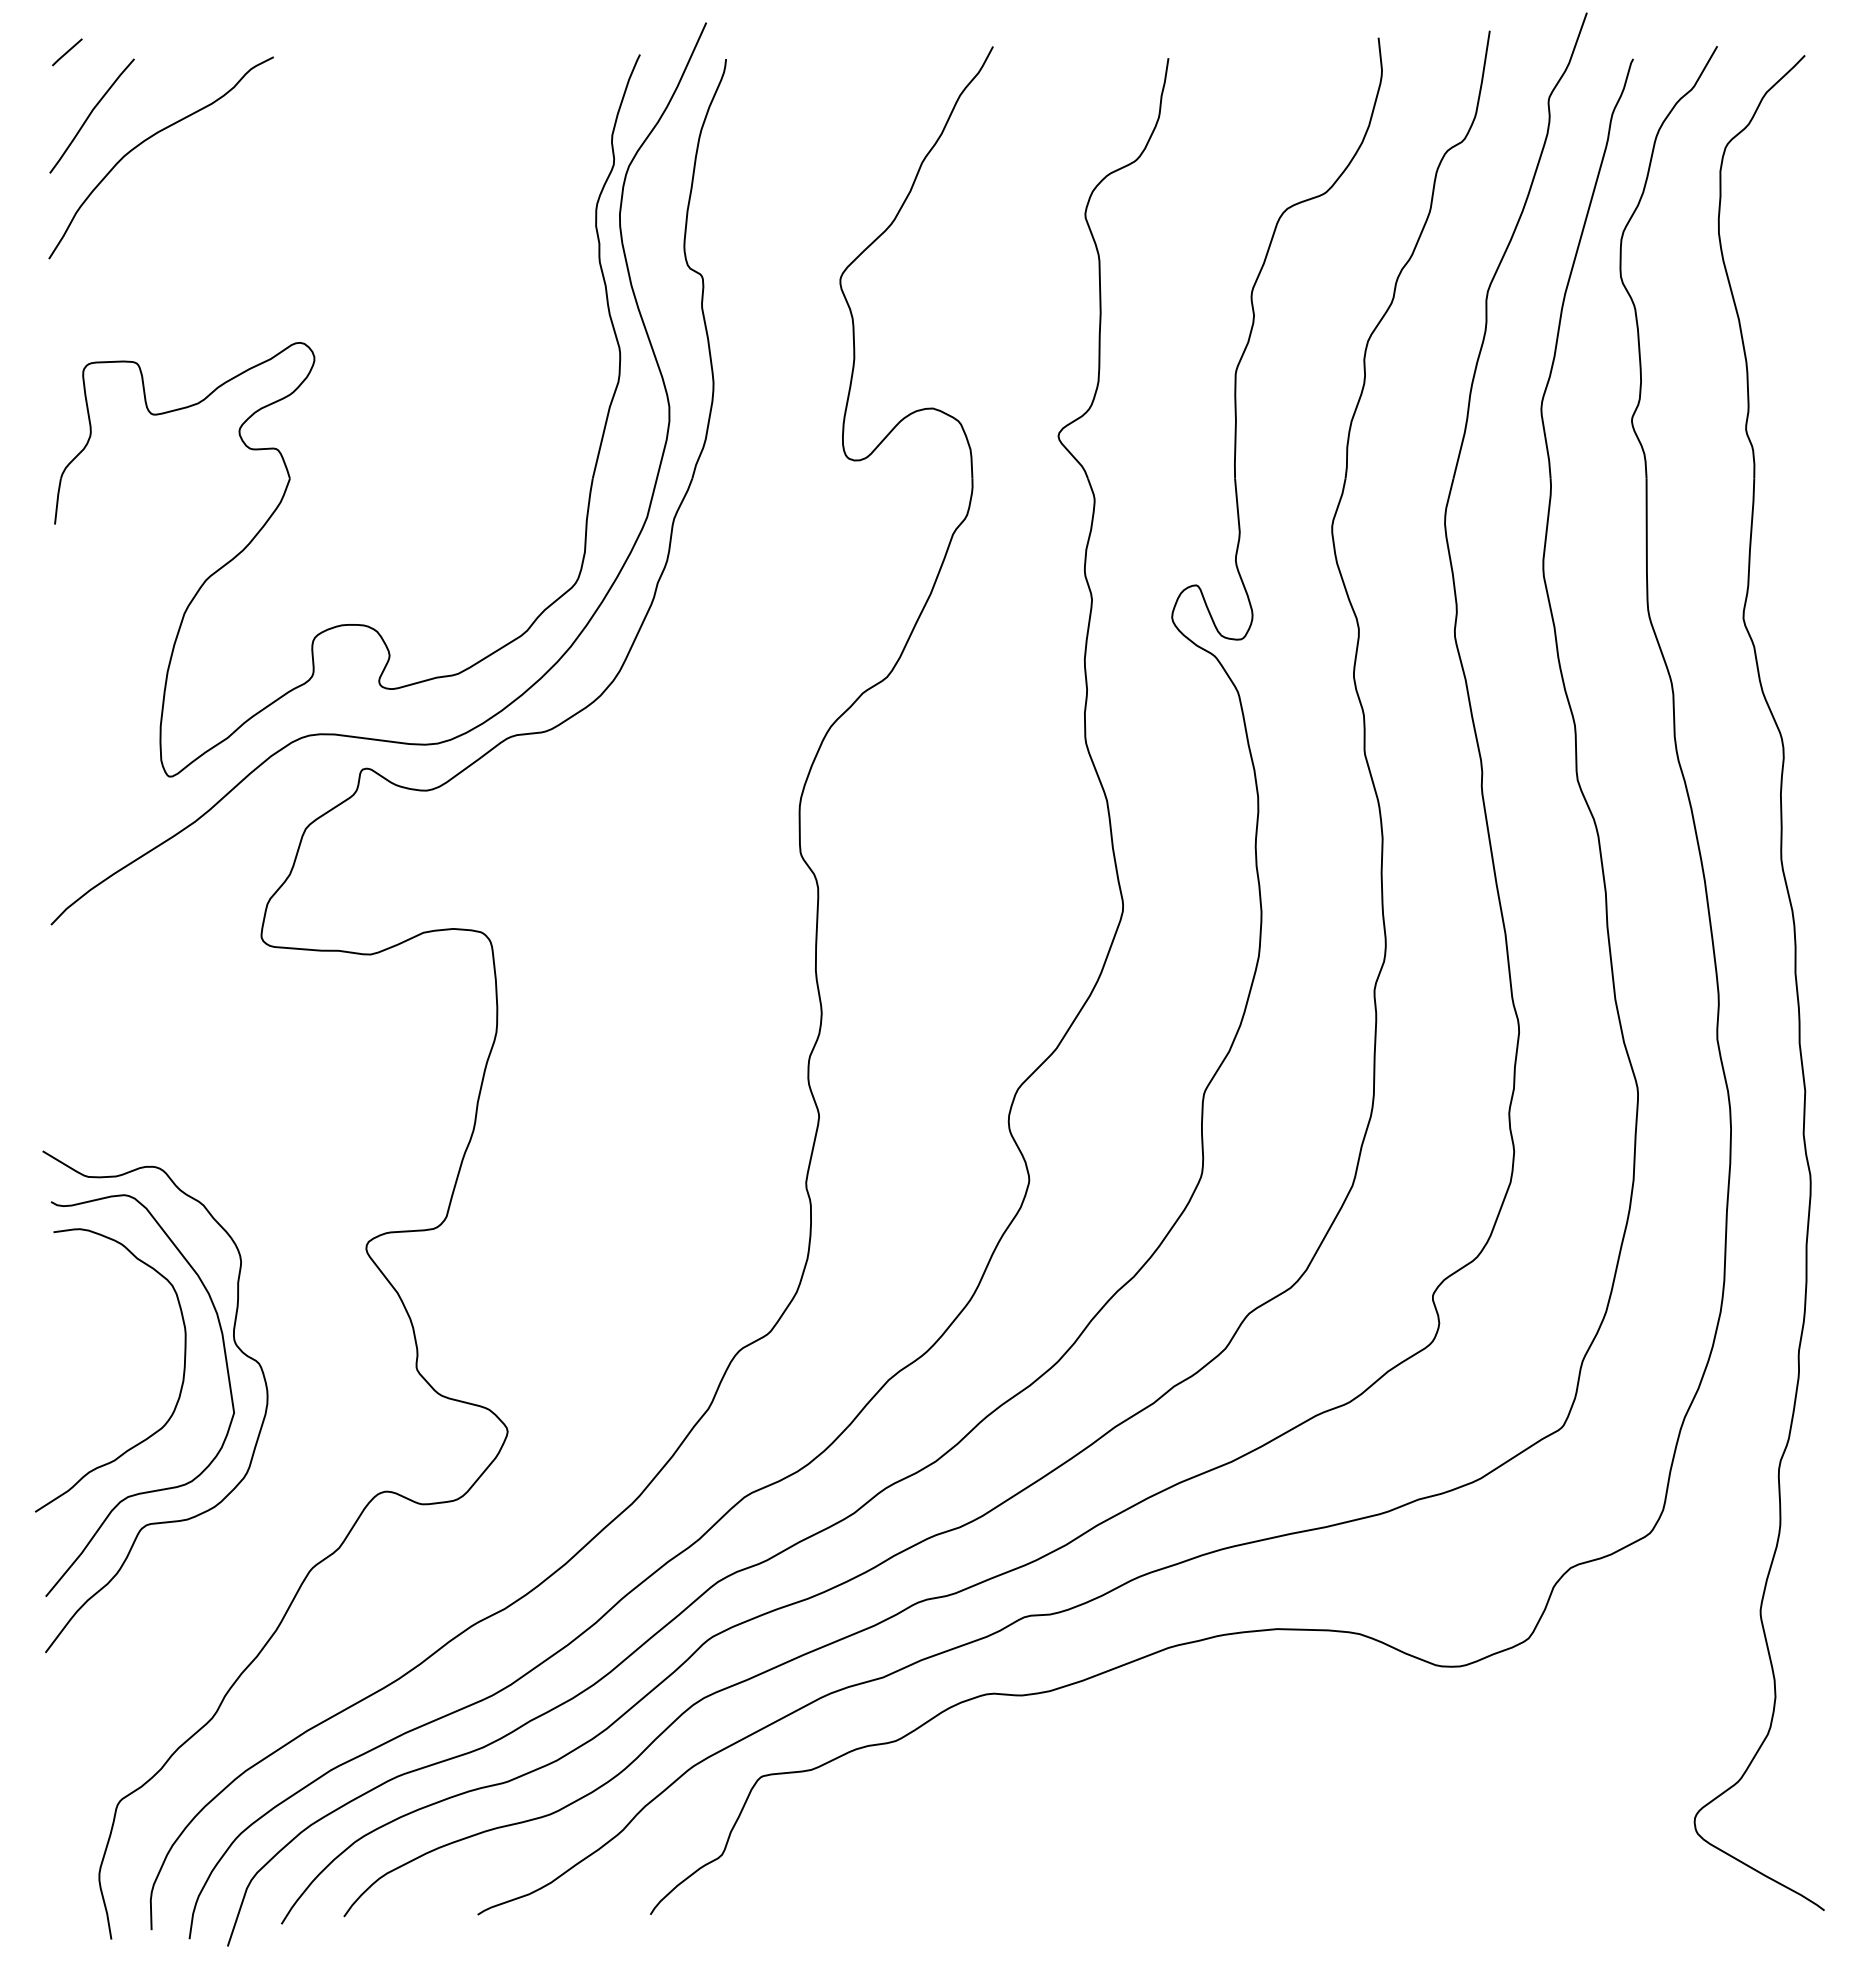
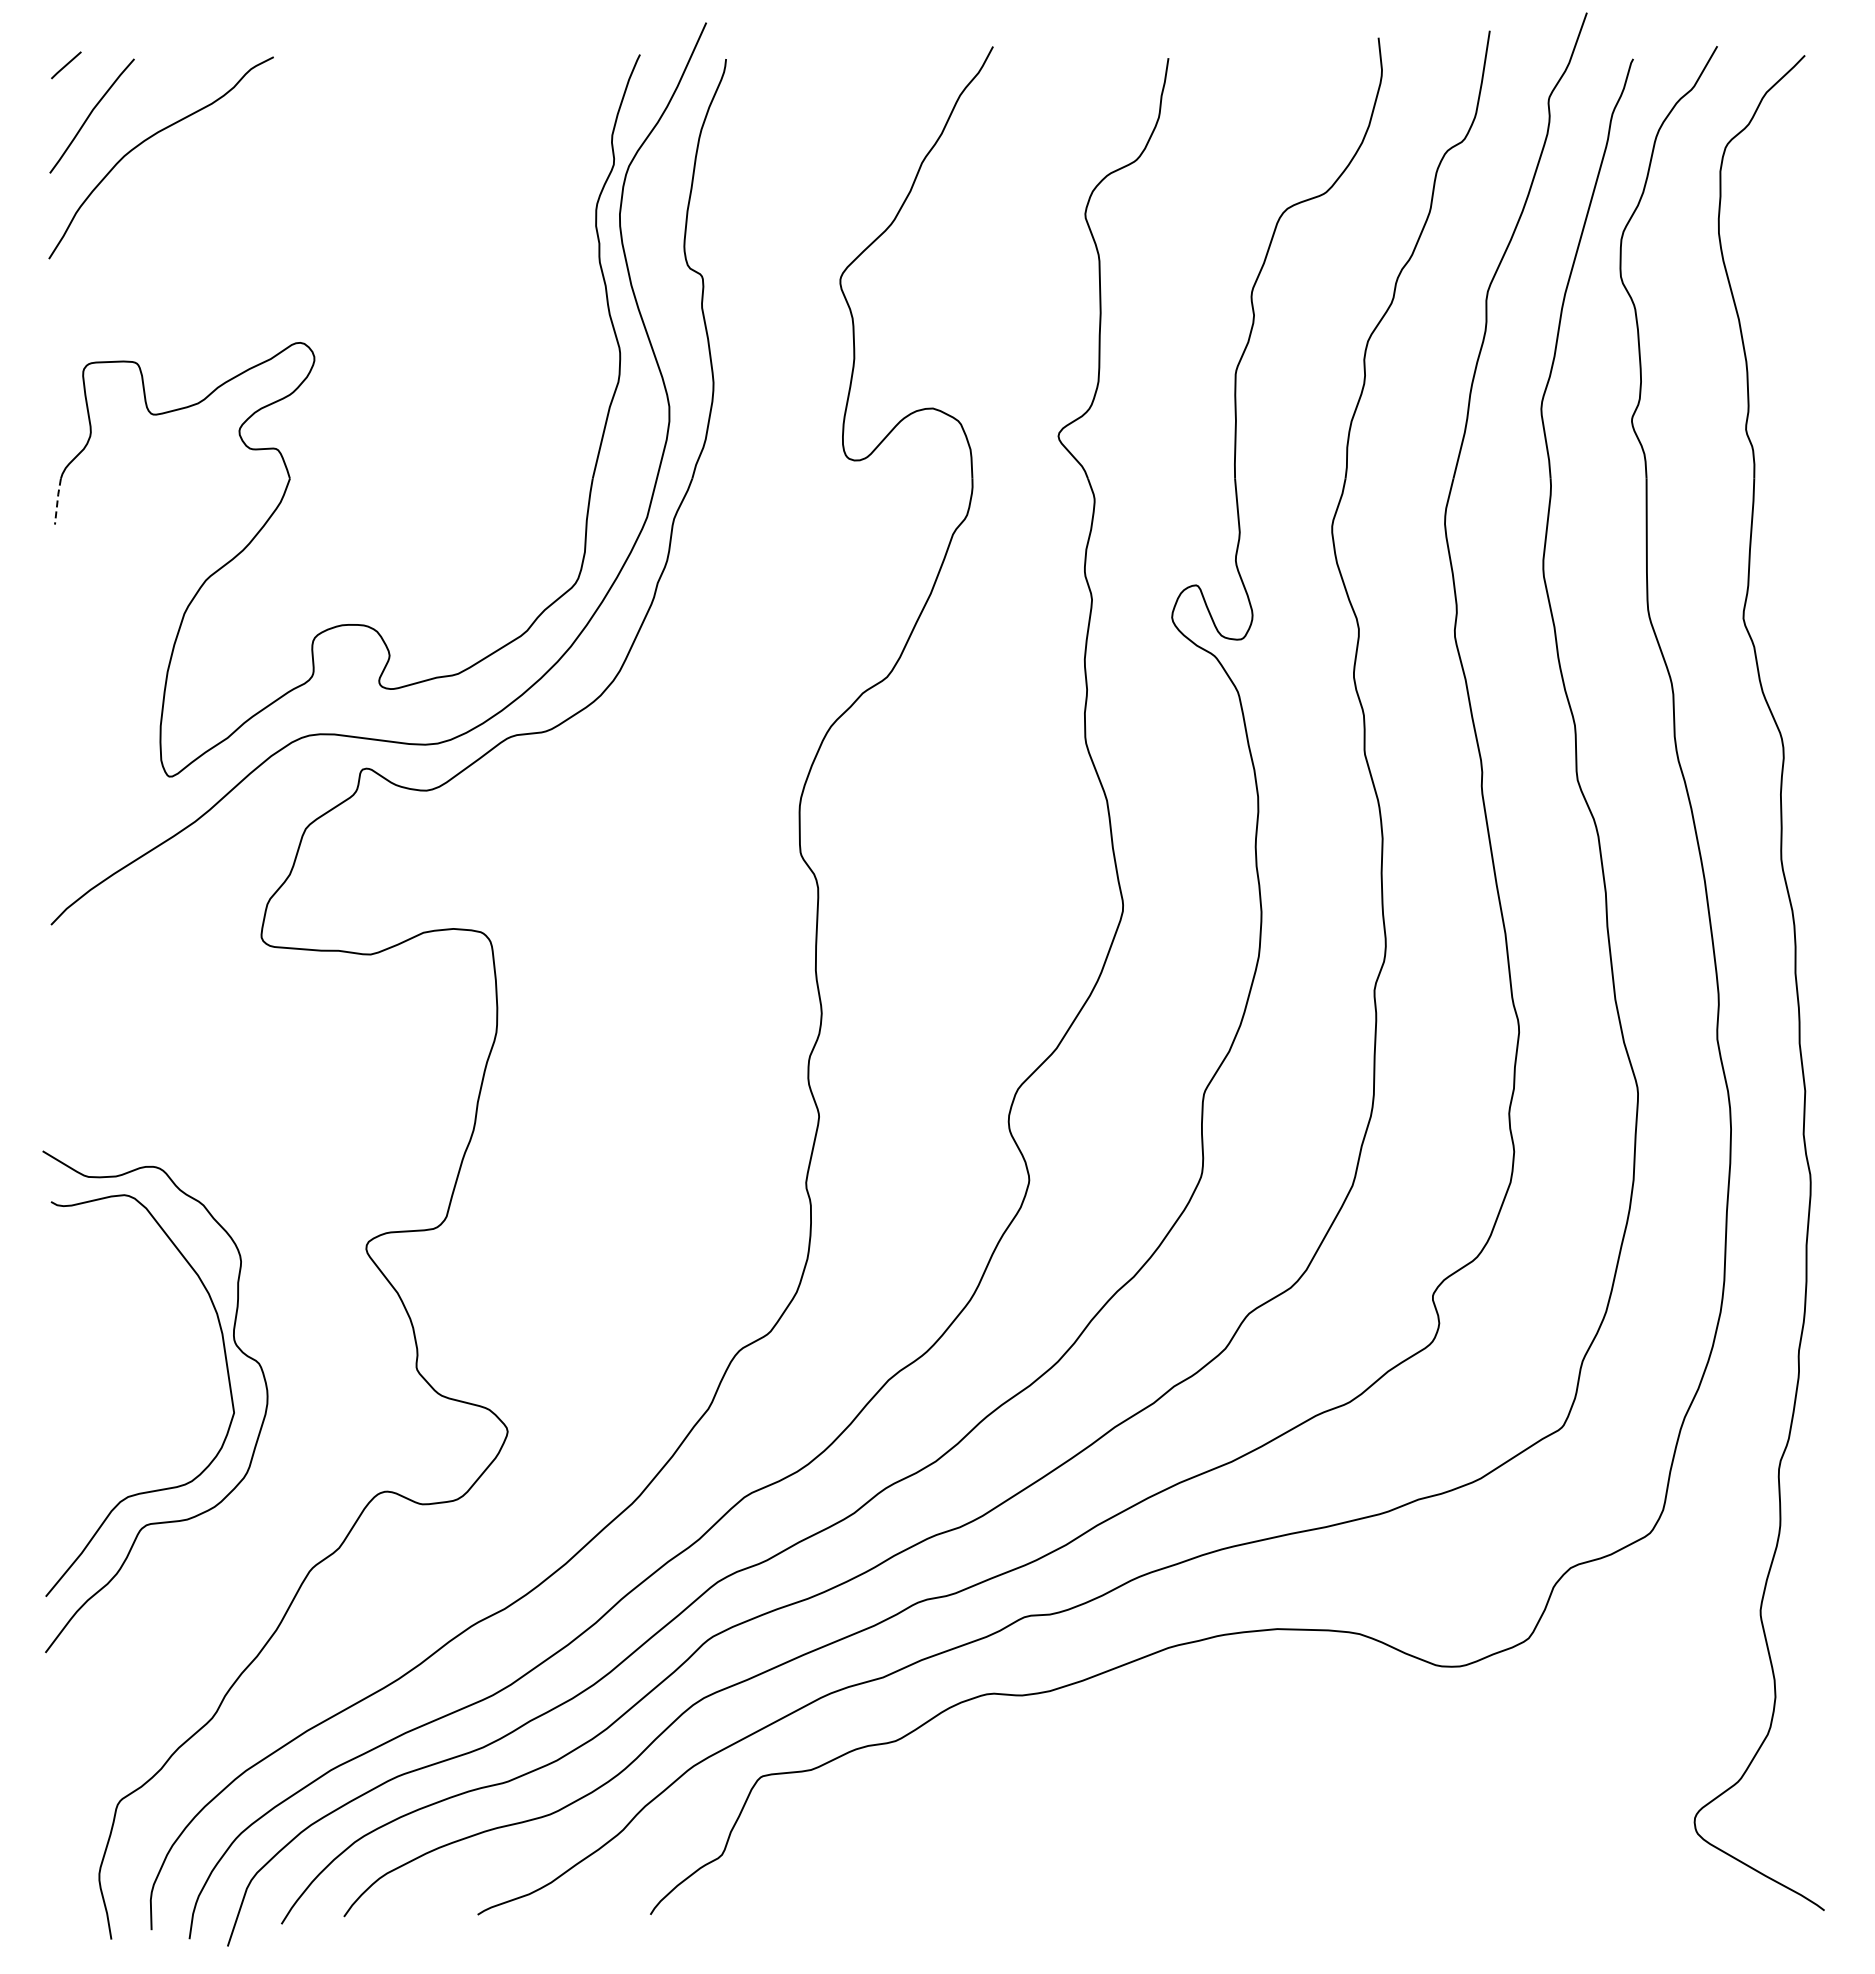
line at (67, 52) position: (67, 52) -> (66, 65)
line at (57, 500): solid -> dashed
curve at (181, 1383): present -> none
